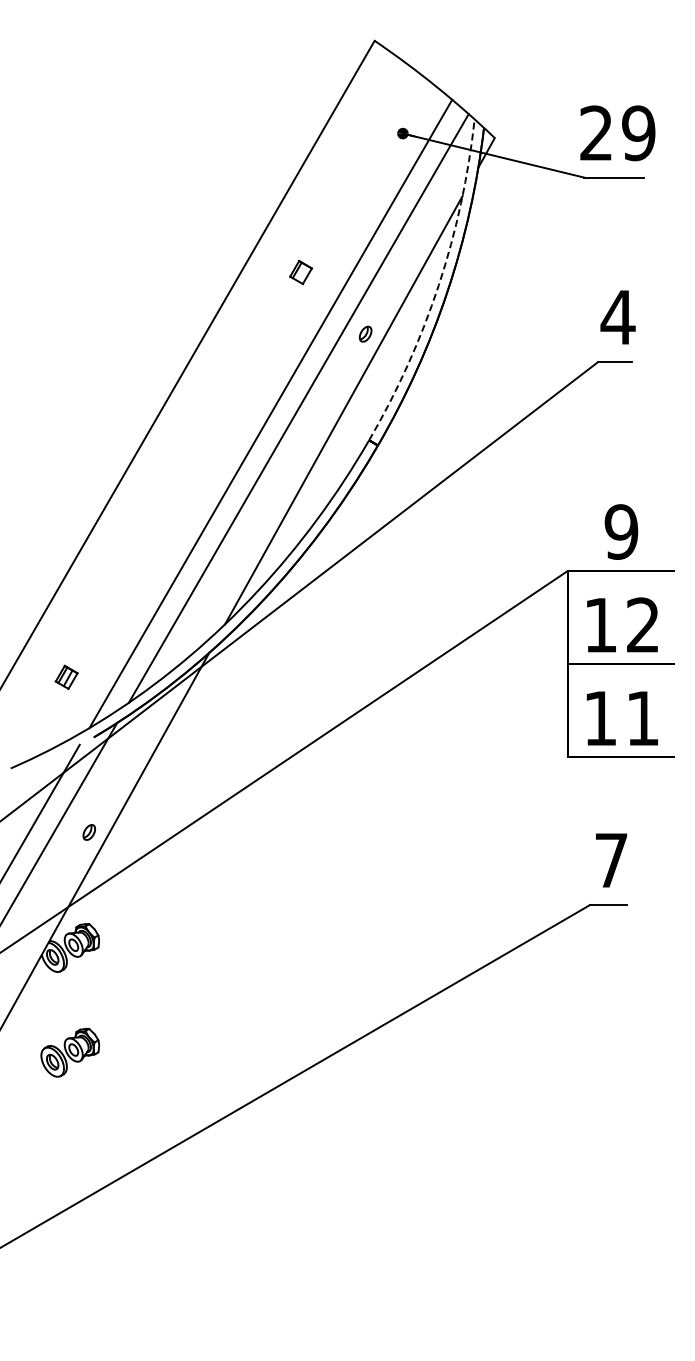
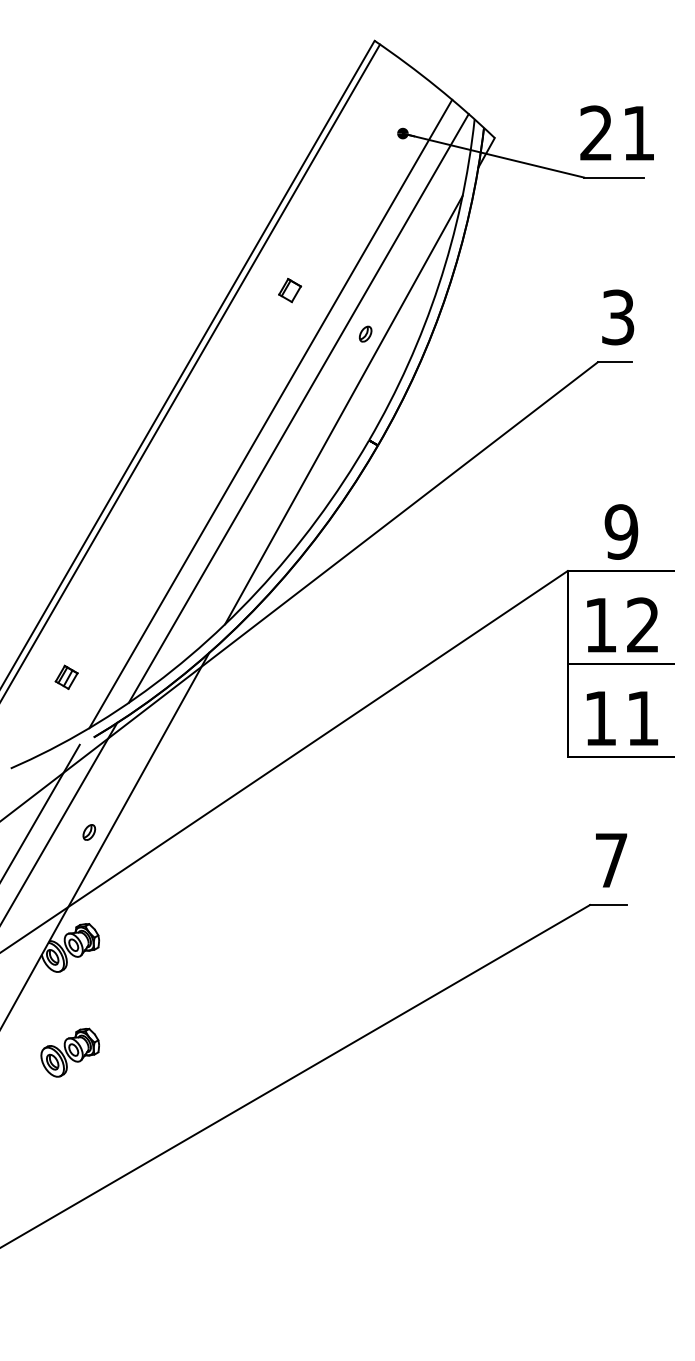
text at (638, 133): 29 -> 21
part at (301, 272) position: (301, 272) -> (290, 290)
arc at (438, 285): dashed -> solid
text at (617, 317): 4 -> 3
line at (191, 371): none -> present
